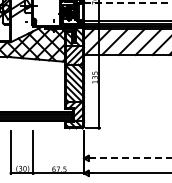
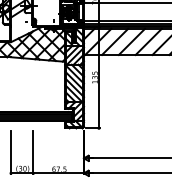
line at (127, 2): dashed -> solid
line at (131, 158): dashed -> solid
